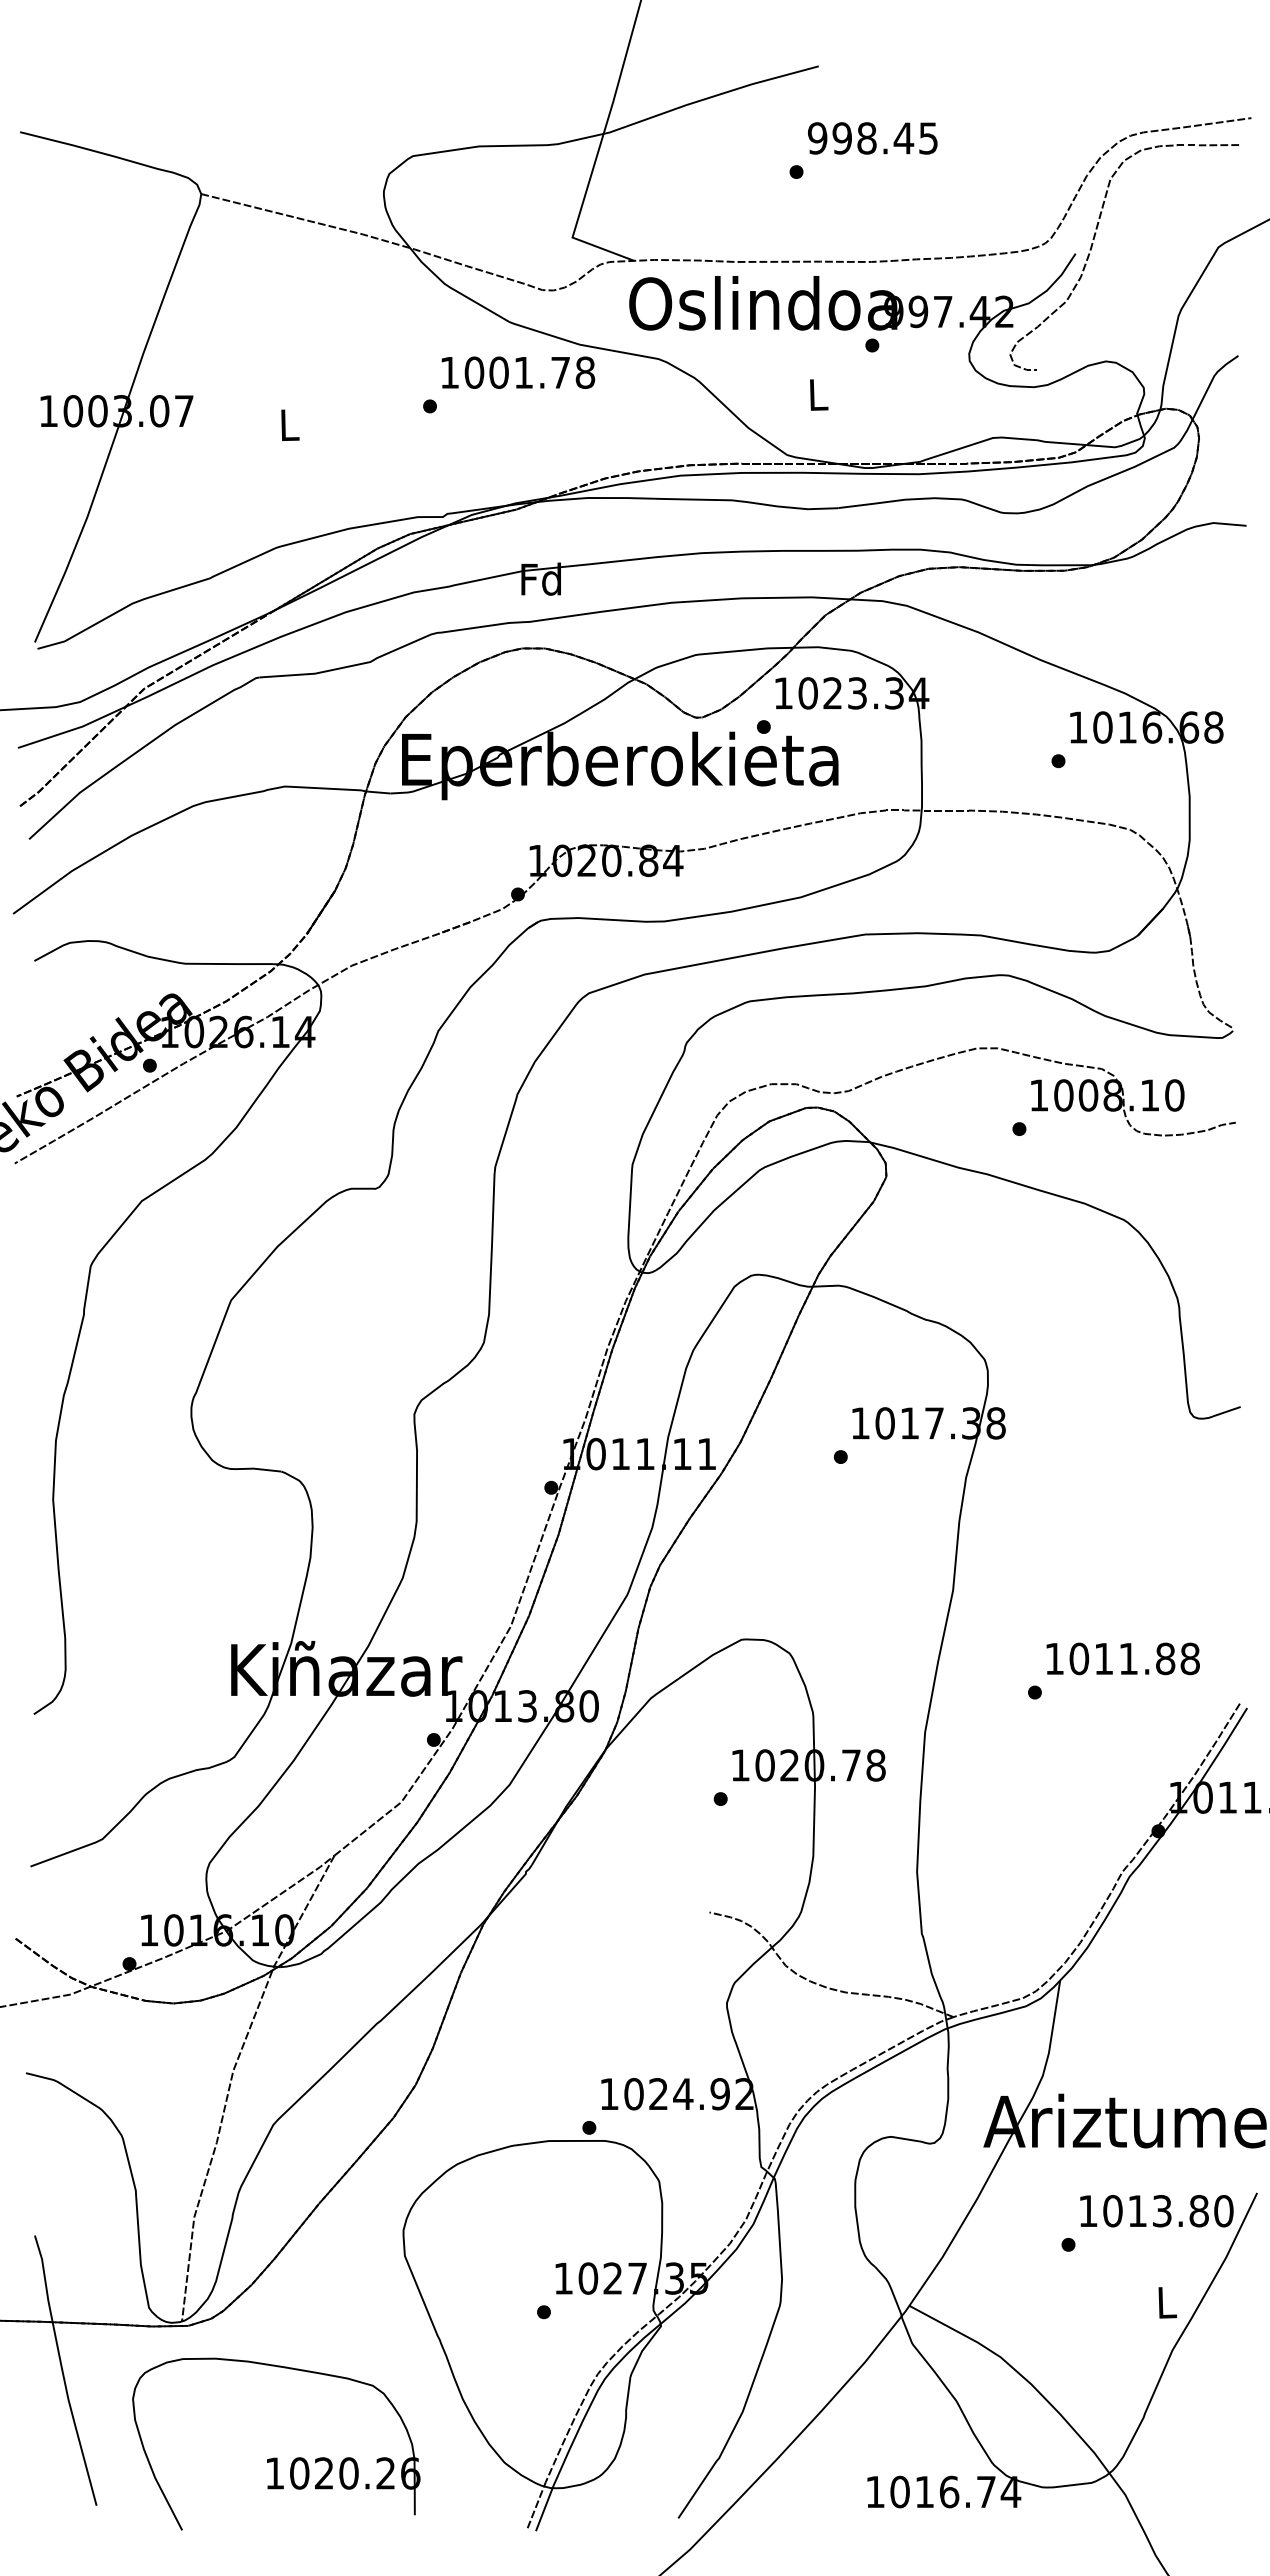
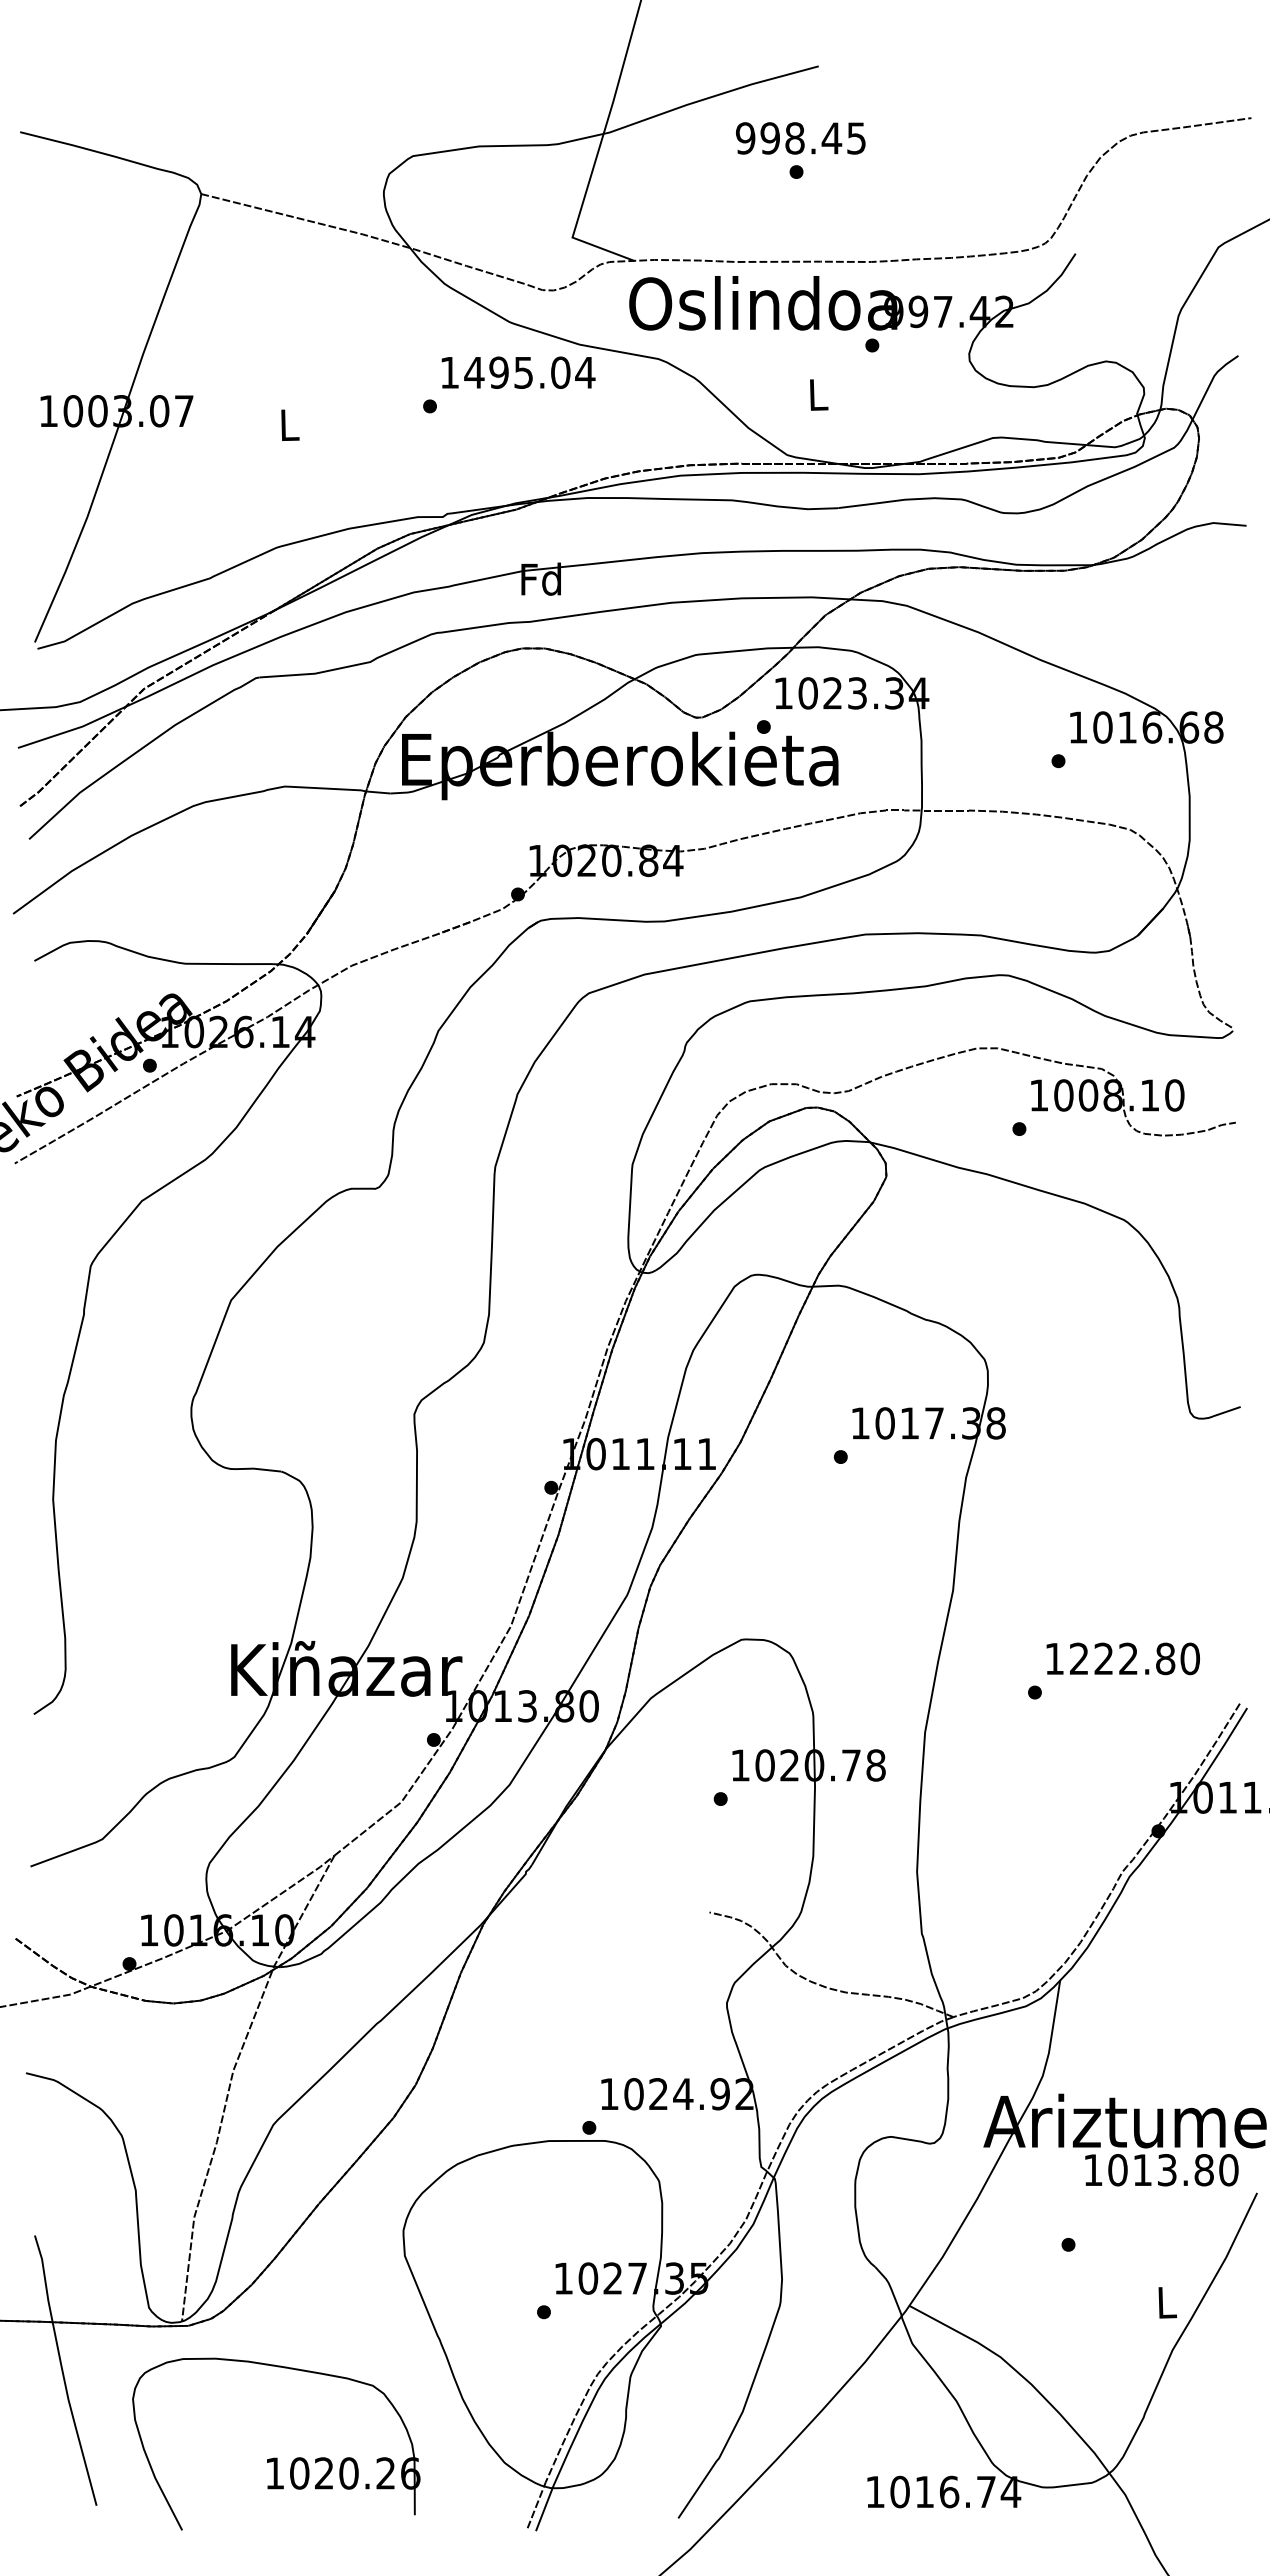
text at (872, 138) position: (872, 138) -> (800, 138)
curve at (1092, 247): present -> none
text at (529, 372): 1001.78 -> 1495.04
text at (1134, 1658): 1011.88 -> 1222.80
text at (1156, 2211) position: (1156, 2211) -> (1161, 2170)
